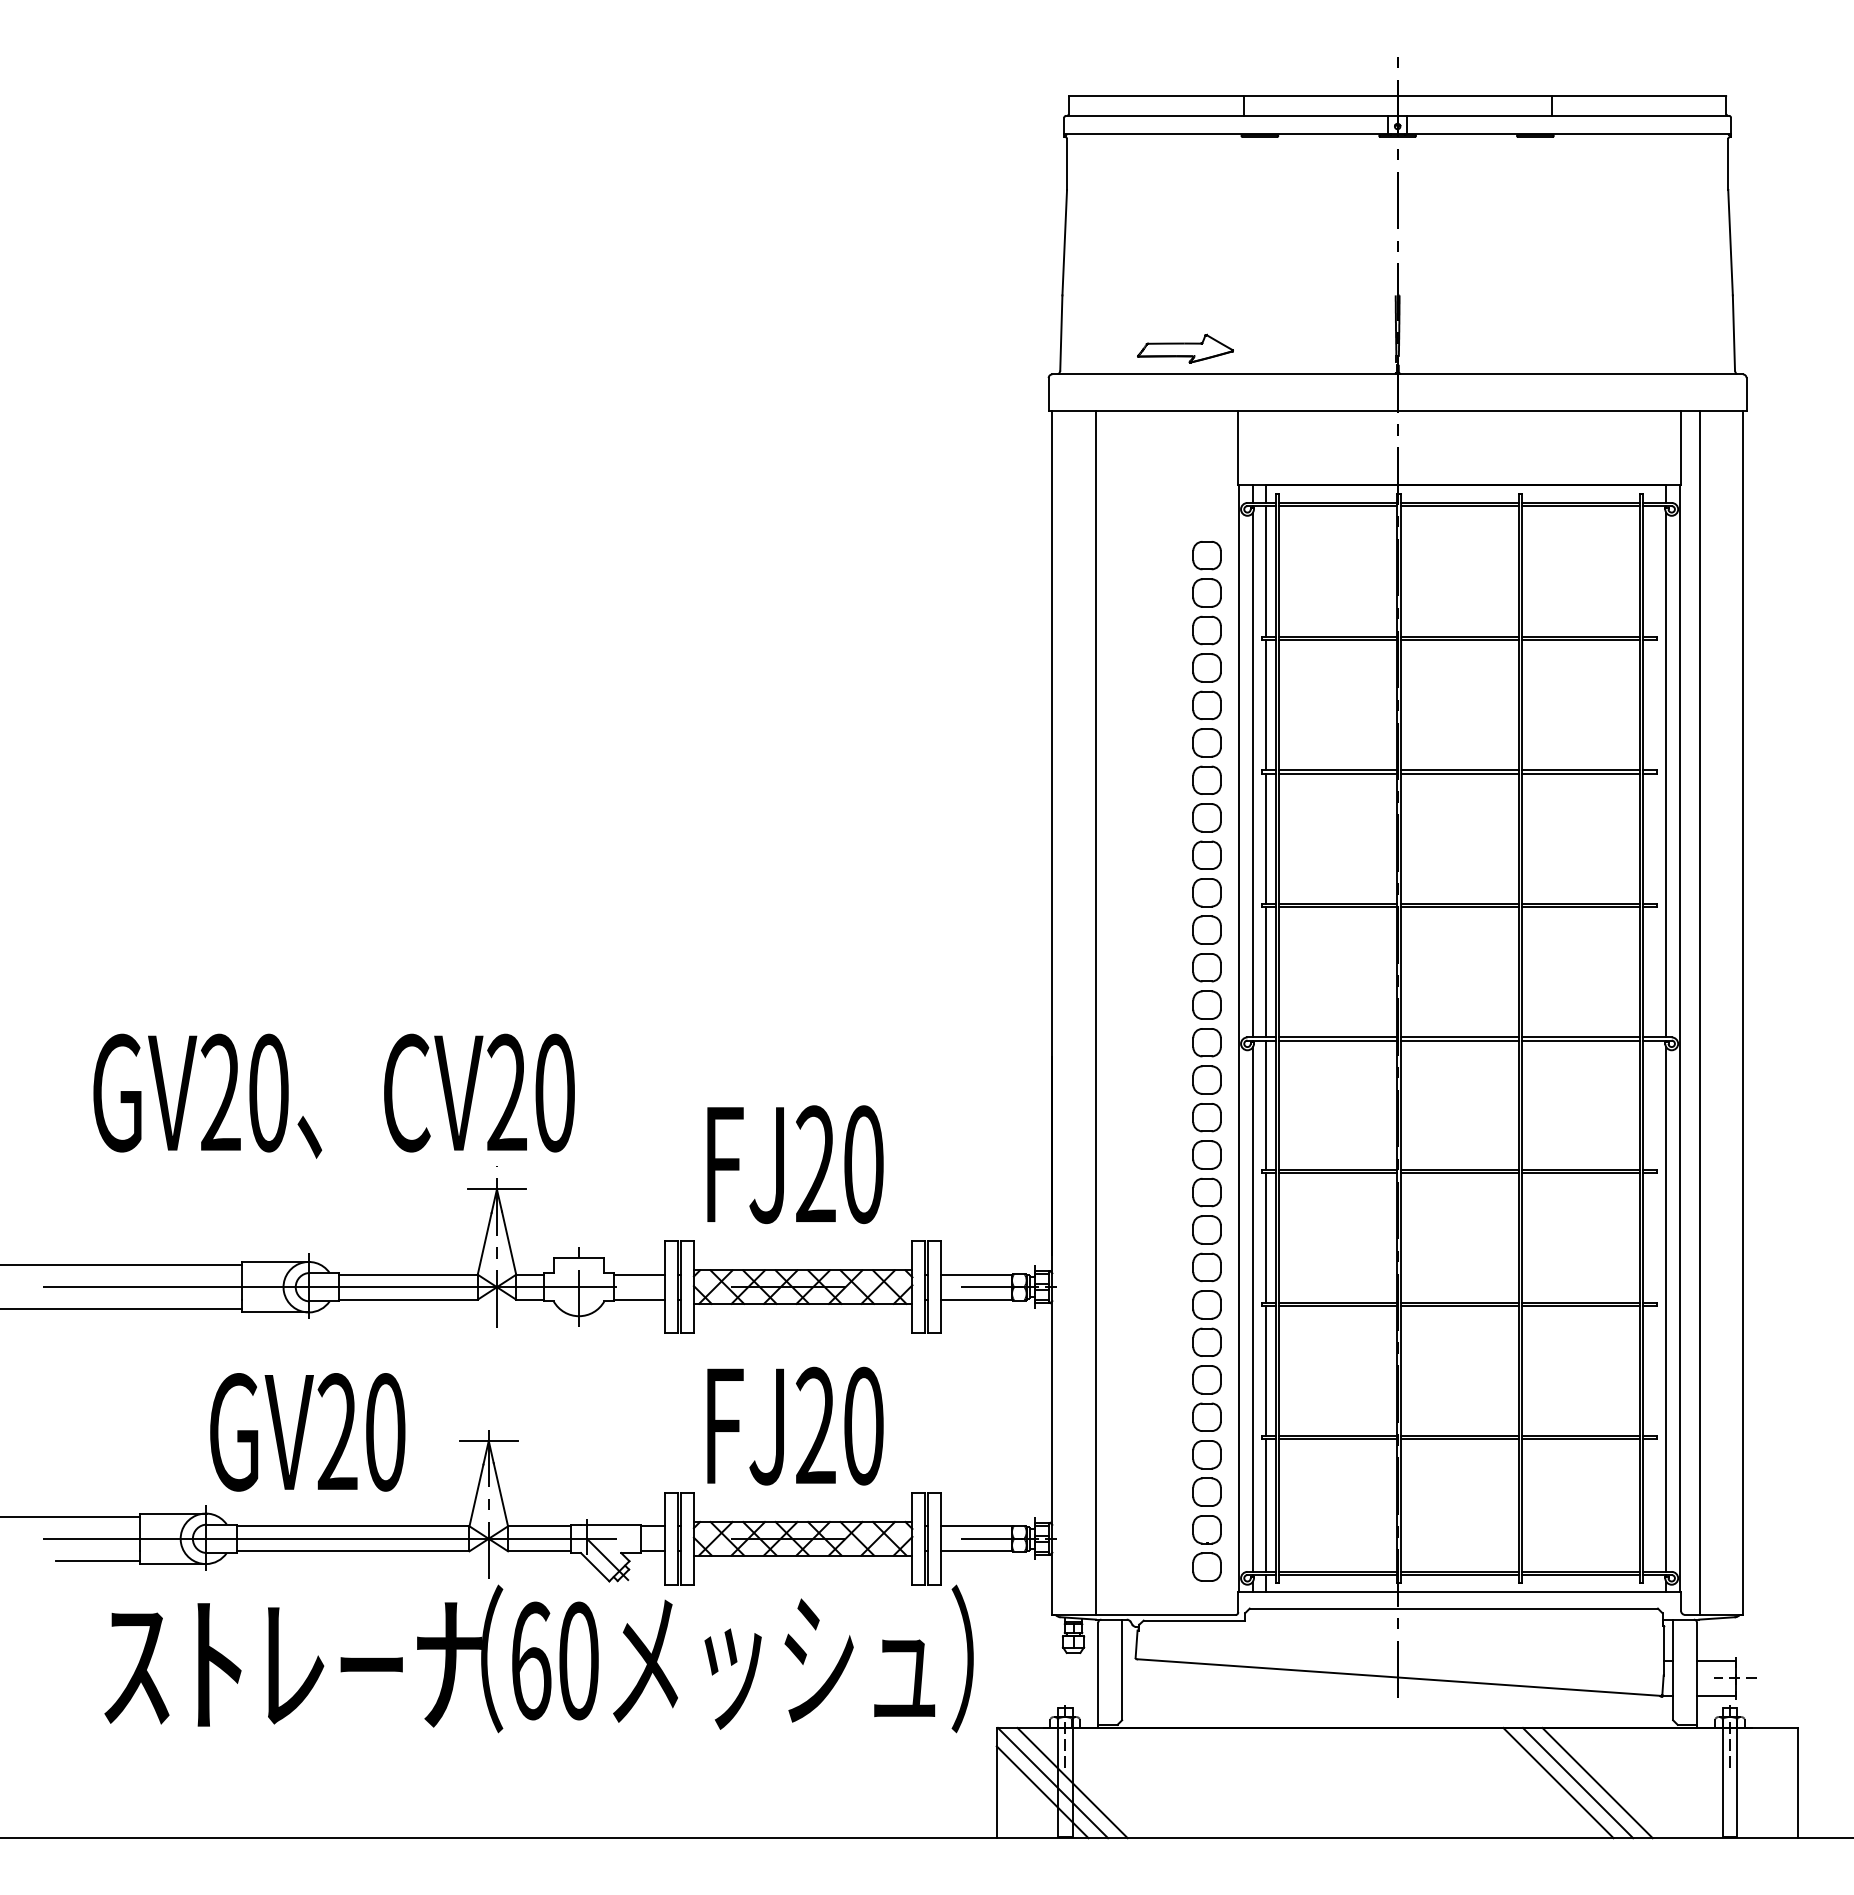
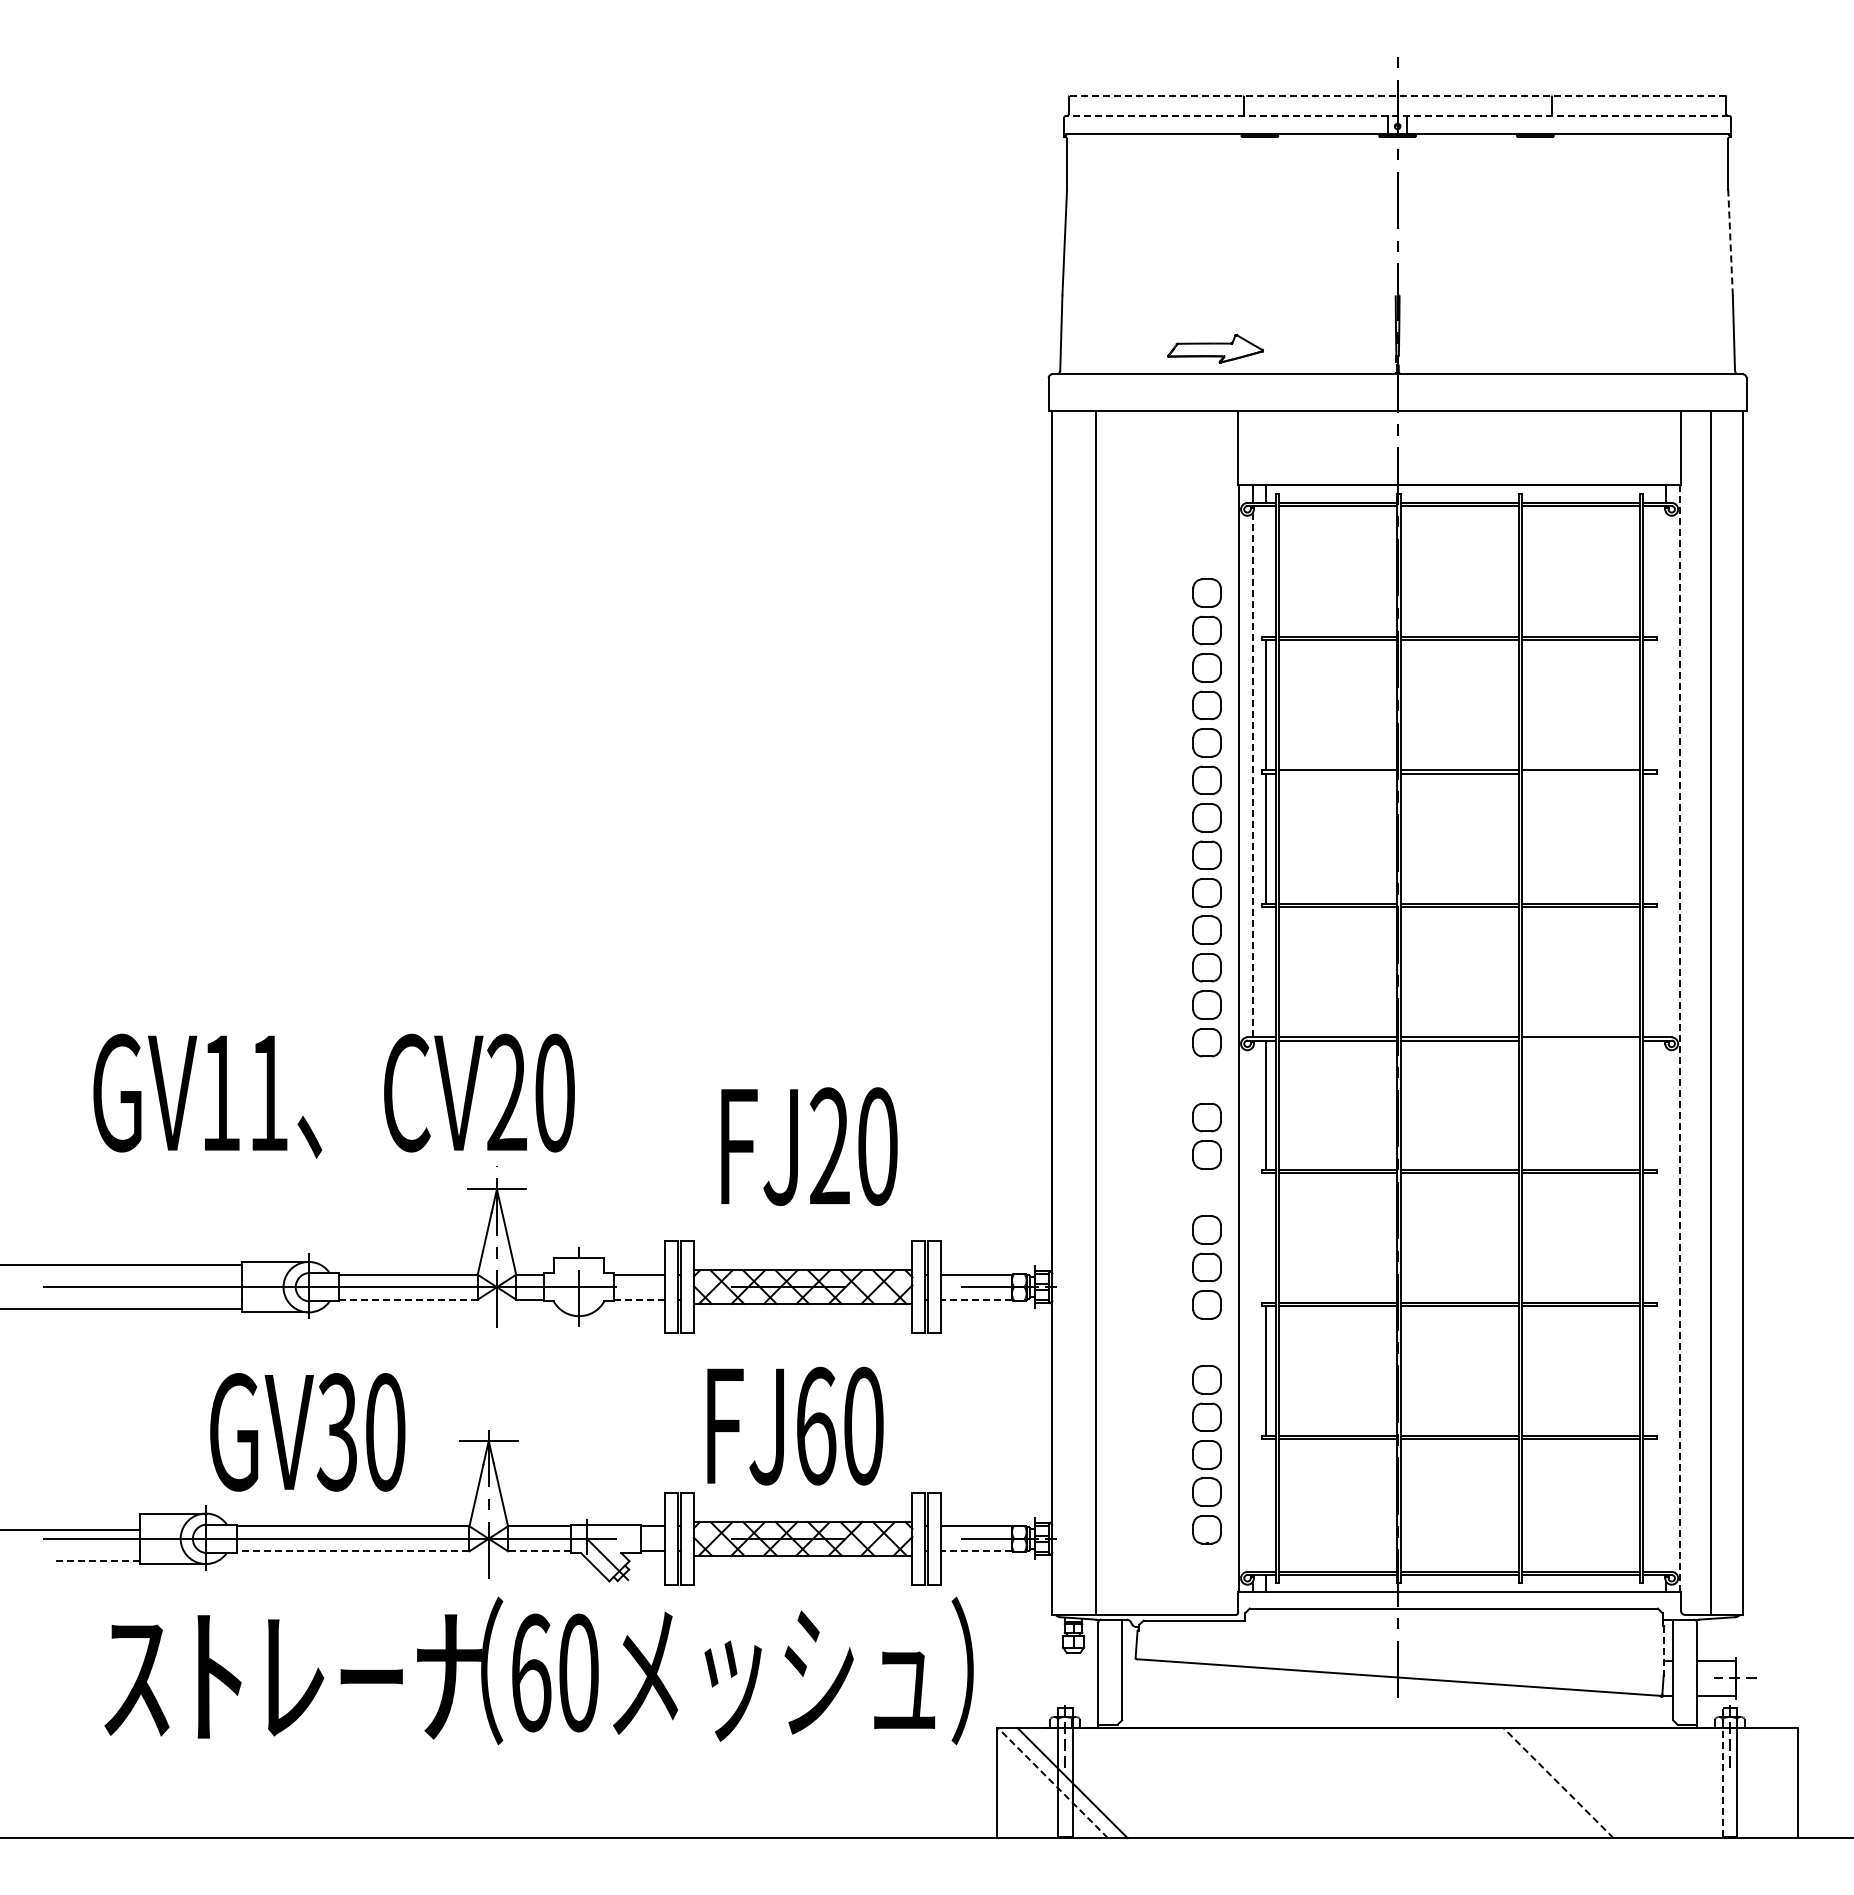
line at (1397, 96): solid -> dashed
line at (1397, 115): solid -> dashed
line at (1730, 242): solid -> dashed
part at (1185, 348) position: (1185, 348) -> (1215, 348)
part at (1206, 555): present -> none
line at (1265, 571): present -> none
line at (1338, 773): present -> none
line at (1580, 773): present -> none
line at (1252, 774): solid -> dashed
line at (1666, 774): present -> none
line at (1265, 971): present -> none
line at (1699, 1013) position: (1699, 1013) -> (1710, 1013)
line at (1679, 1038): solid -> dashed
line at (1580, 1040): present -> none
part at (1206, 1079): present -> none
text at (244, 1092): GV20 -> GV11
text at (795, 1164) position: (795, 1164) -> (809, 1146)
part at (1206, 1192): present -> none
line at (1265, 1238): present -> none
line at (408, 1299): solid -> dashed
line at (639, 1299): solid -> dashed
line at (976, 1299): solid -> dashed
line at (1252, 1309): present -> none
line at (1666, 1309): present -> none
part at (1206, 1341): present -> none
text at (816, 1425): FJ20 -> FJ60
text at (336, 1432): GV20 -> GV30
line at (1265, 1505): present -> none
line at (70, 1516) position: (70, 1516) -> (70, 1529)
line at (352, 1551): solid -> dashed
line at (538, 1551): solid -> dashed
line at (976, 1551): solid -> dashed
line at (98, 1560): solid -> dashed
part at (1206, 1566): present -> none
line at (1663, 1650): solid -> dashed
text at (538, 1658) position: (538, 1658) -> (538, 1670)
line at (1722, 1772): solid -> dashed
line at (1577, 1782): present -> none
line at (1597, 1782): present -> none
line at (1053, 1783): solid -> dashed
line at (1558, 1783): solid -> dashed
line at (1042, 1792): present -> none
